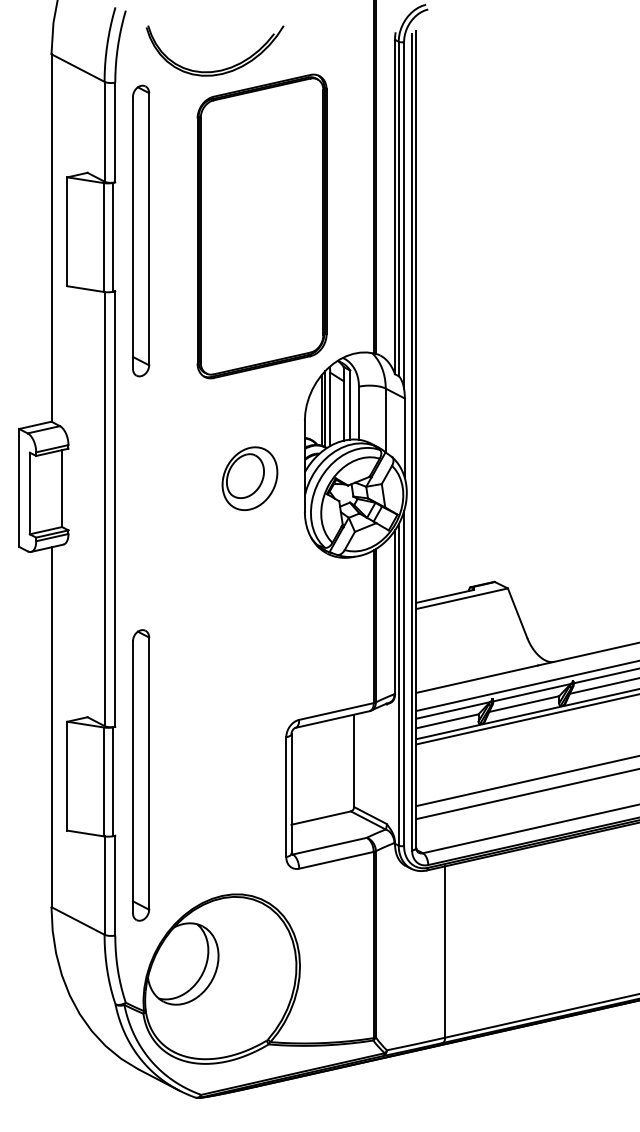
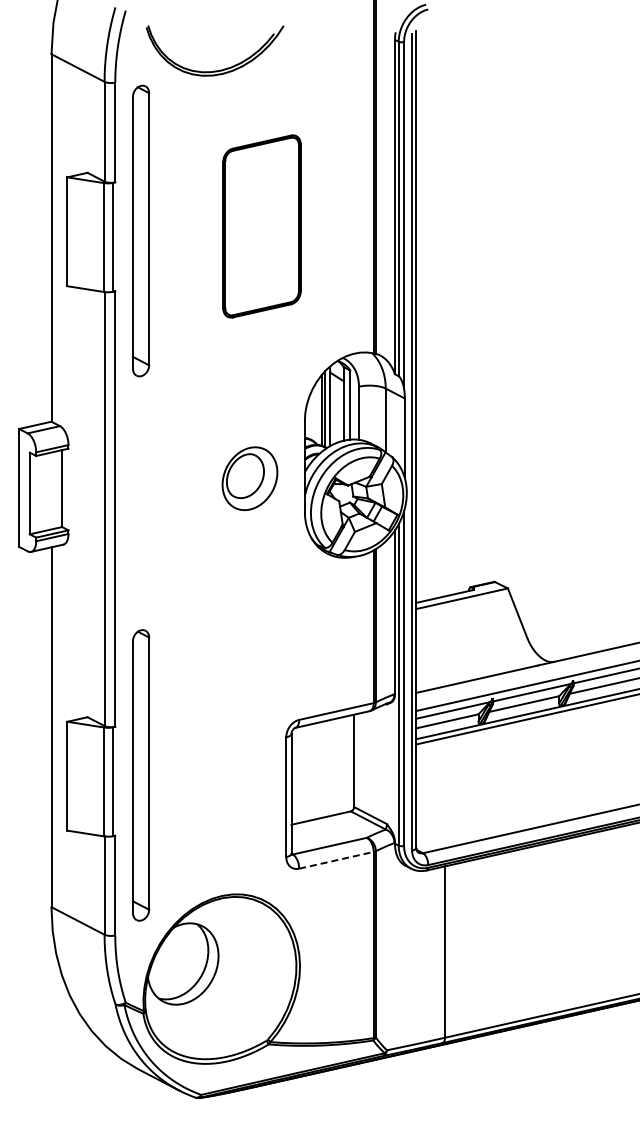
part at (261, 226) size: 132x307 px -> 80x185 px
line at (526, 781): present -> none
line at (526, 794): present -> none
line at (336, 860): solid -> dashed
